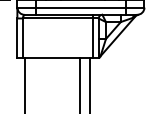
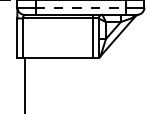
line at (81, 7): solid -> dashed
line at (79, 84): present -> none
line at (90, 84): present -> none
